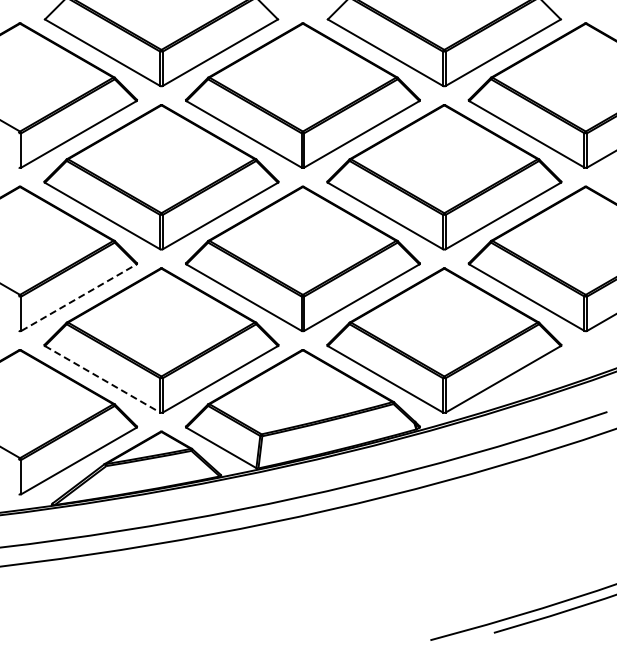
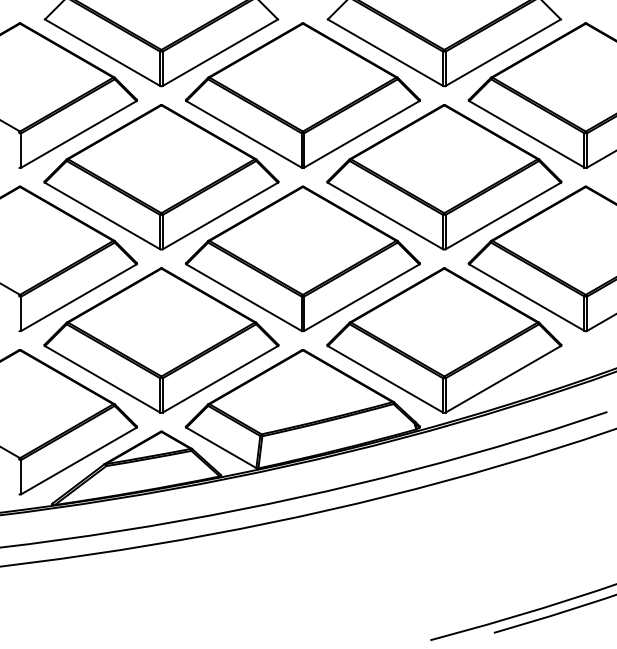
line at (79, 297): dashed -> solid
line at (103, 379): dashed -> solid
